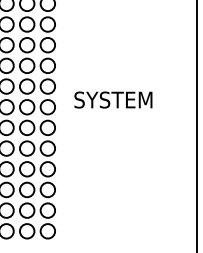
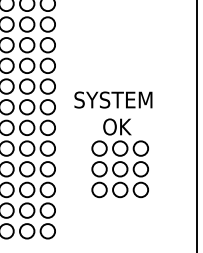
part at (119, 158): none -> present
